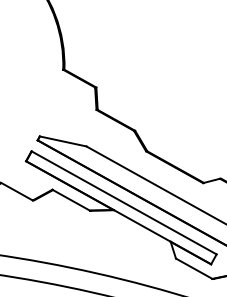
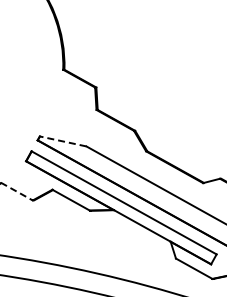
line at (63, 141): solid -> dashed
line at (17, 191): solid -> dashed
